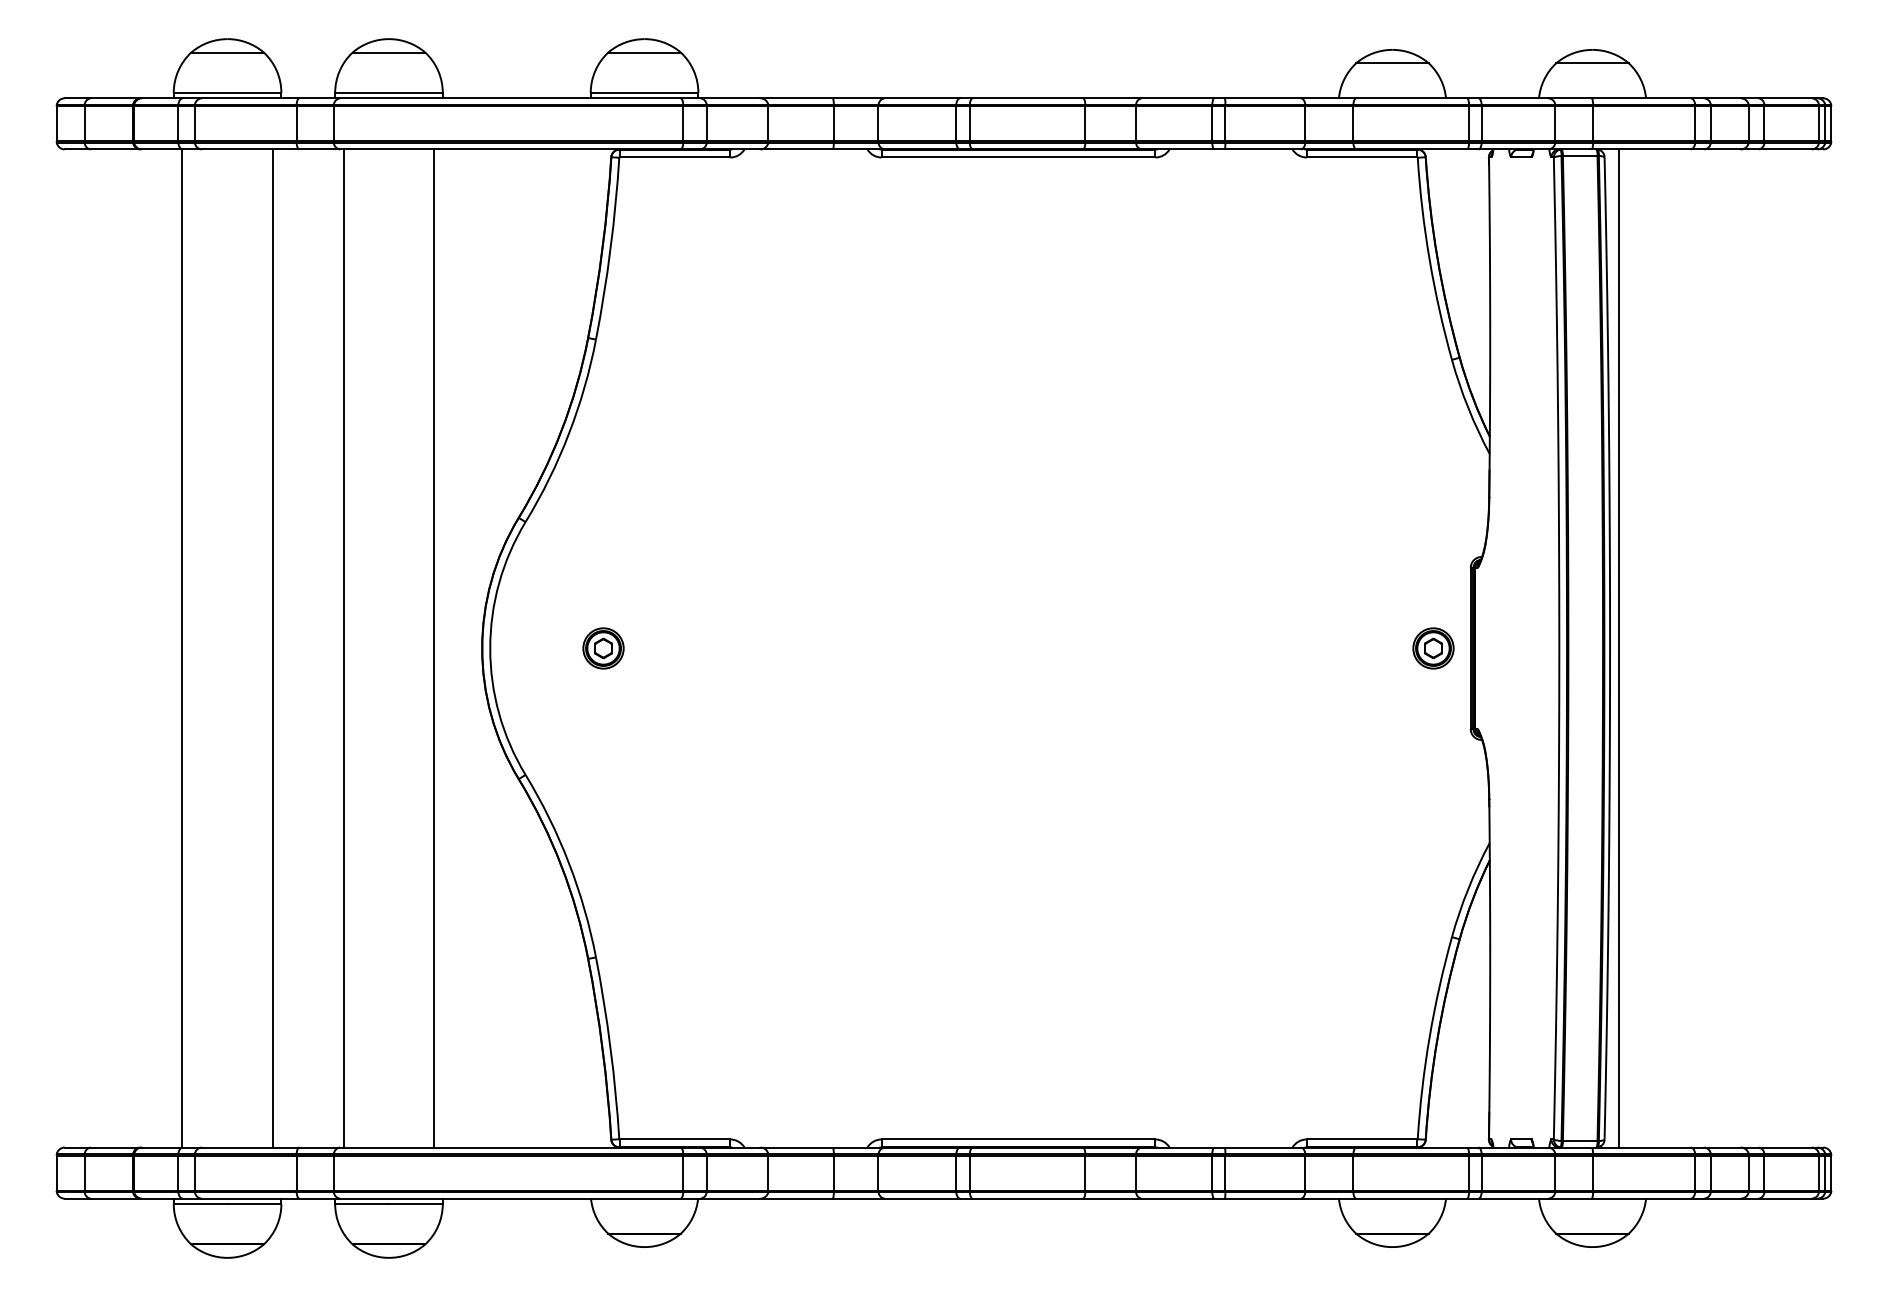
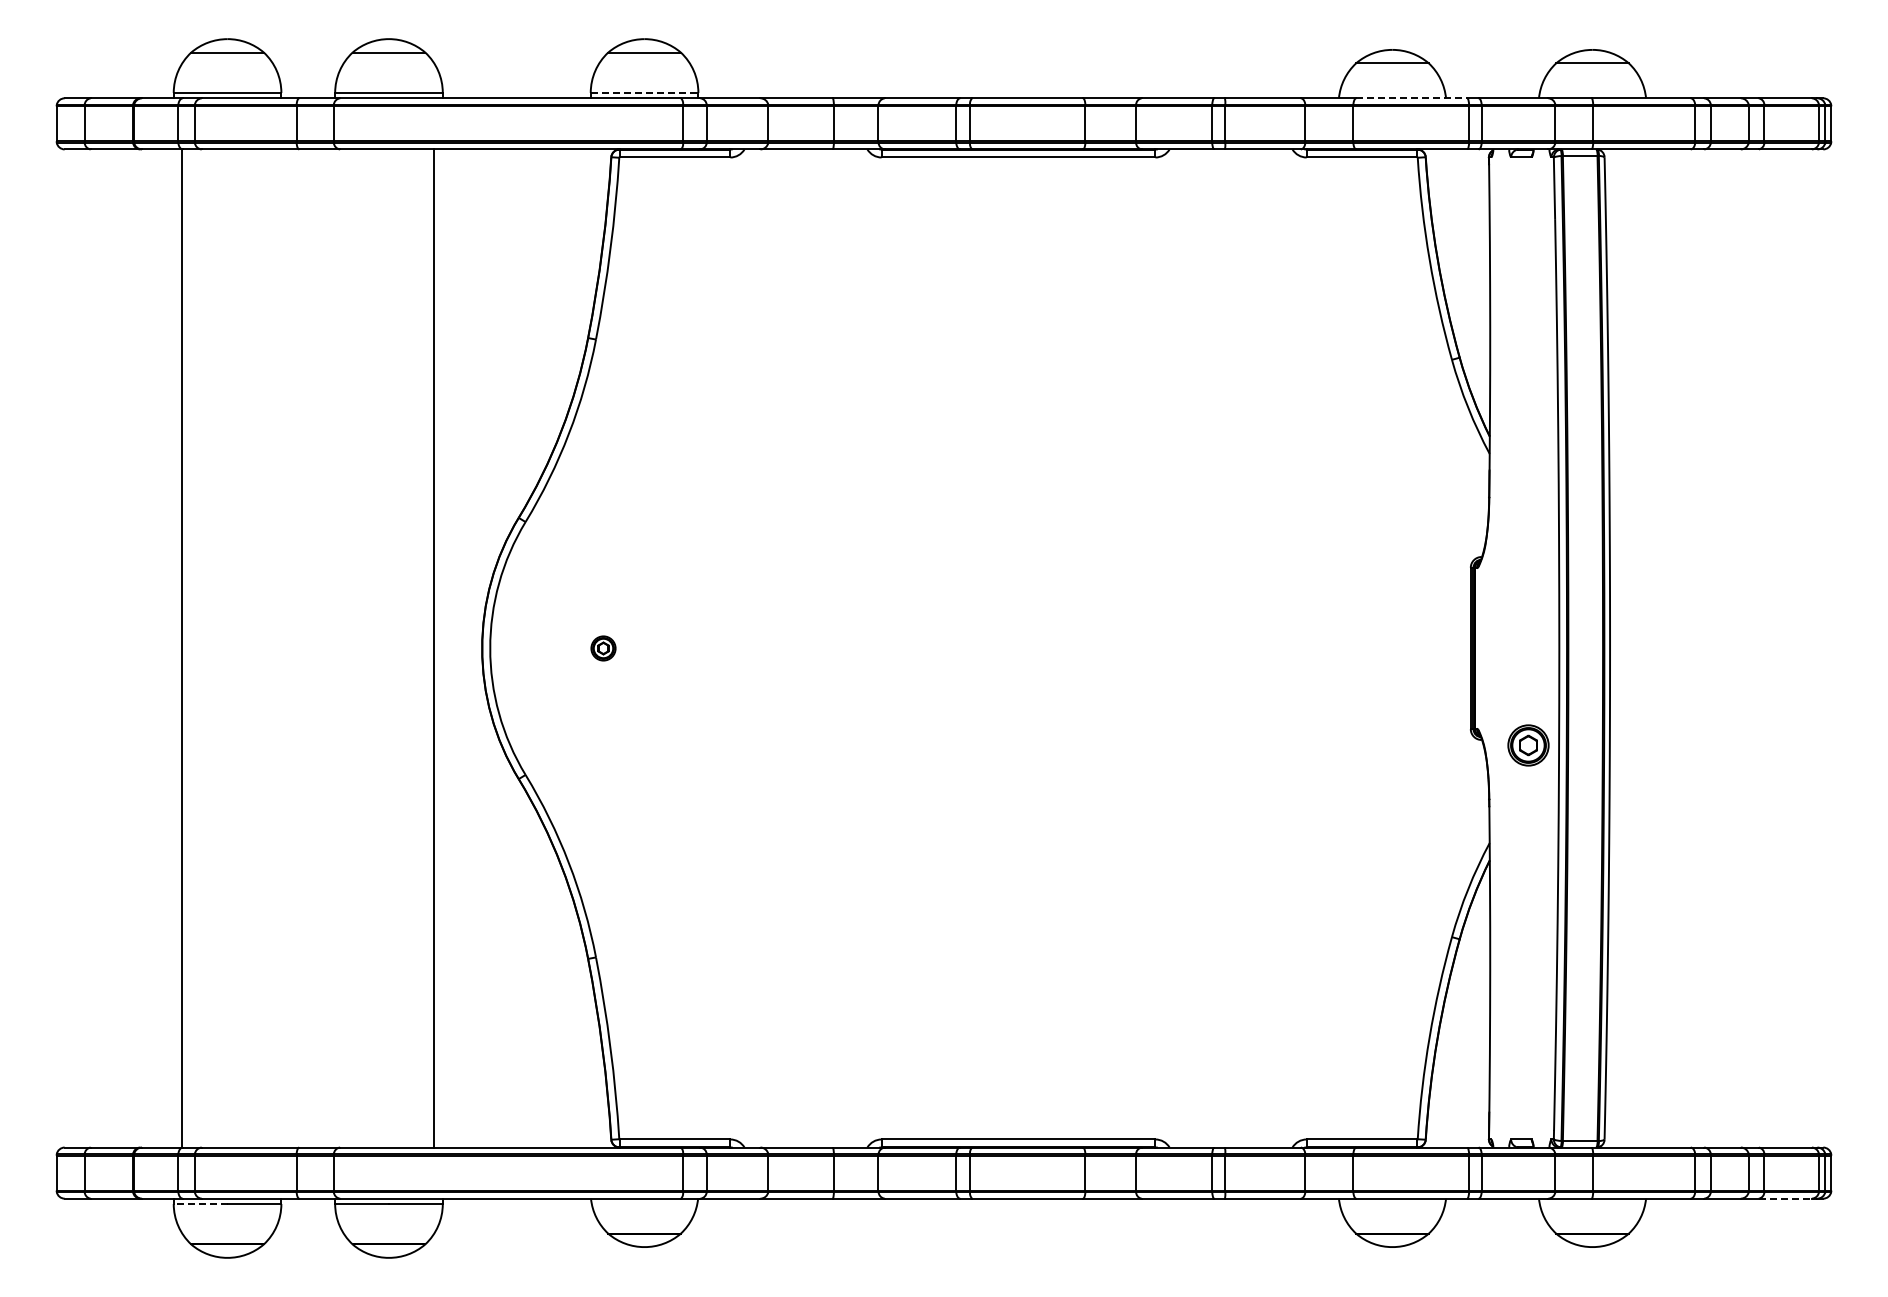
line at (644, 92): solid -> dashed
line at (1411, 98): solid -> dashed
line at (272, 648): present -> none
line at (343, 648): present -> none
part at (603, 648) size: 43x43 px -> 27x27 px
part at (1433, 648) position: (1433, 648) -> (1528, 745)
line at (1619, 648): present -> none
line at (1785, 1198): solid -> dashed
line at (200, 1204): solid -> dashed
